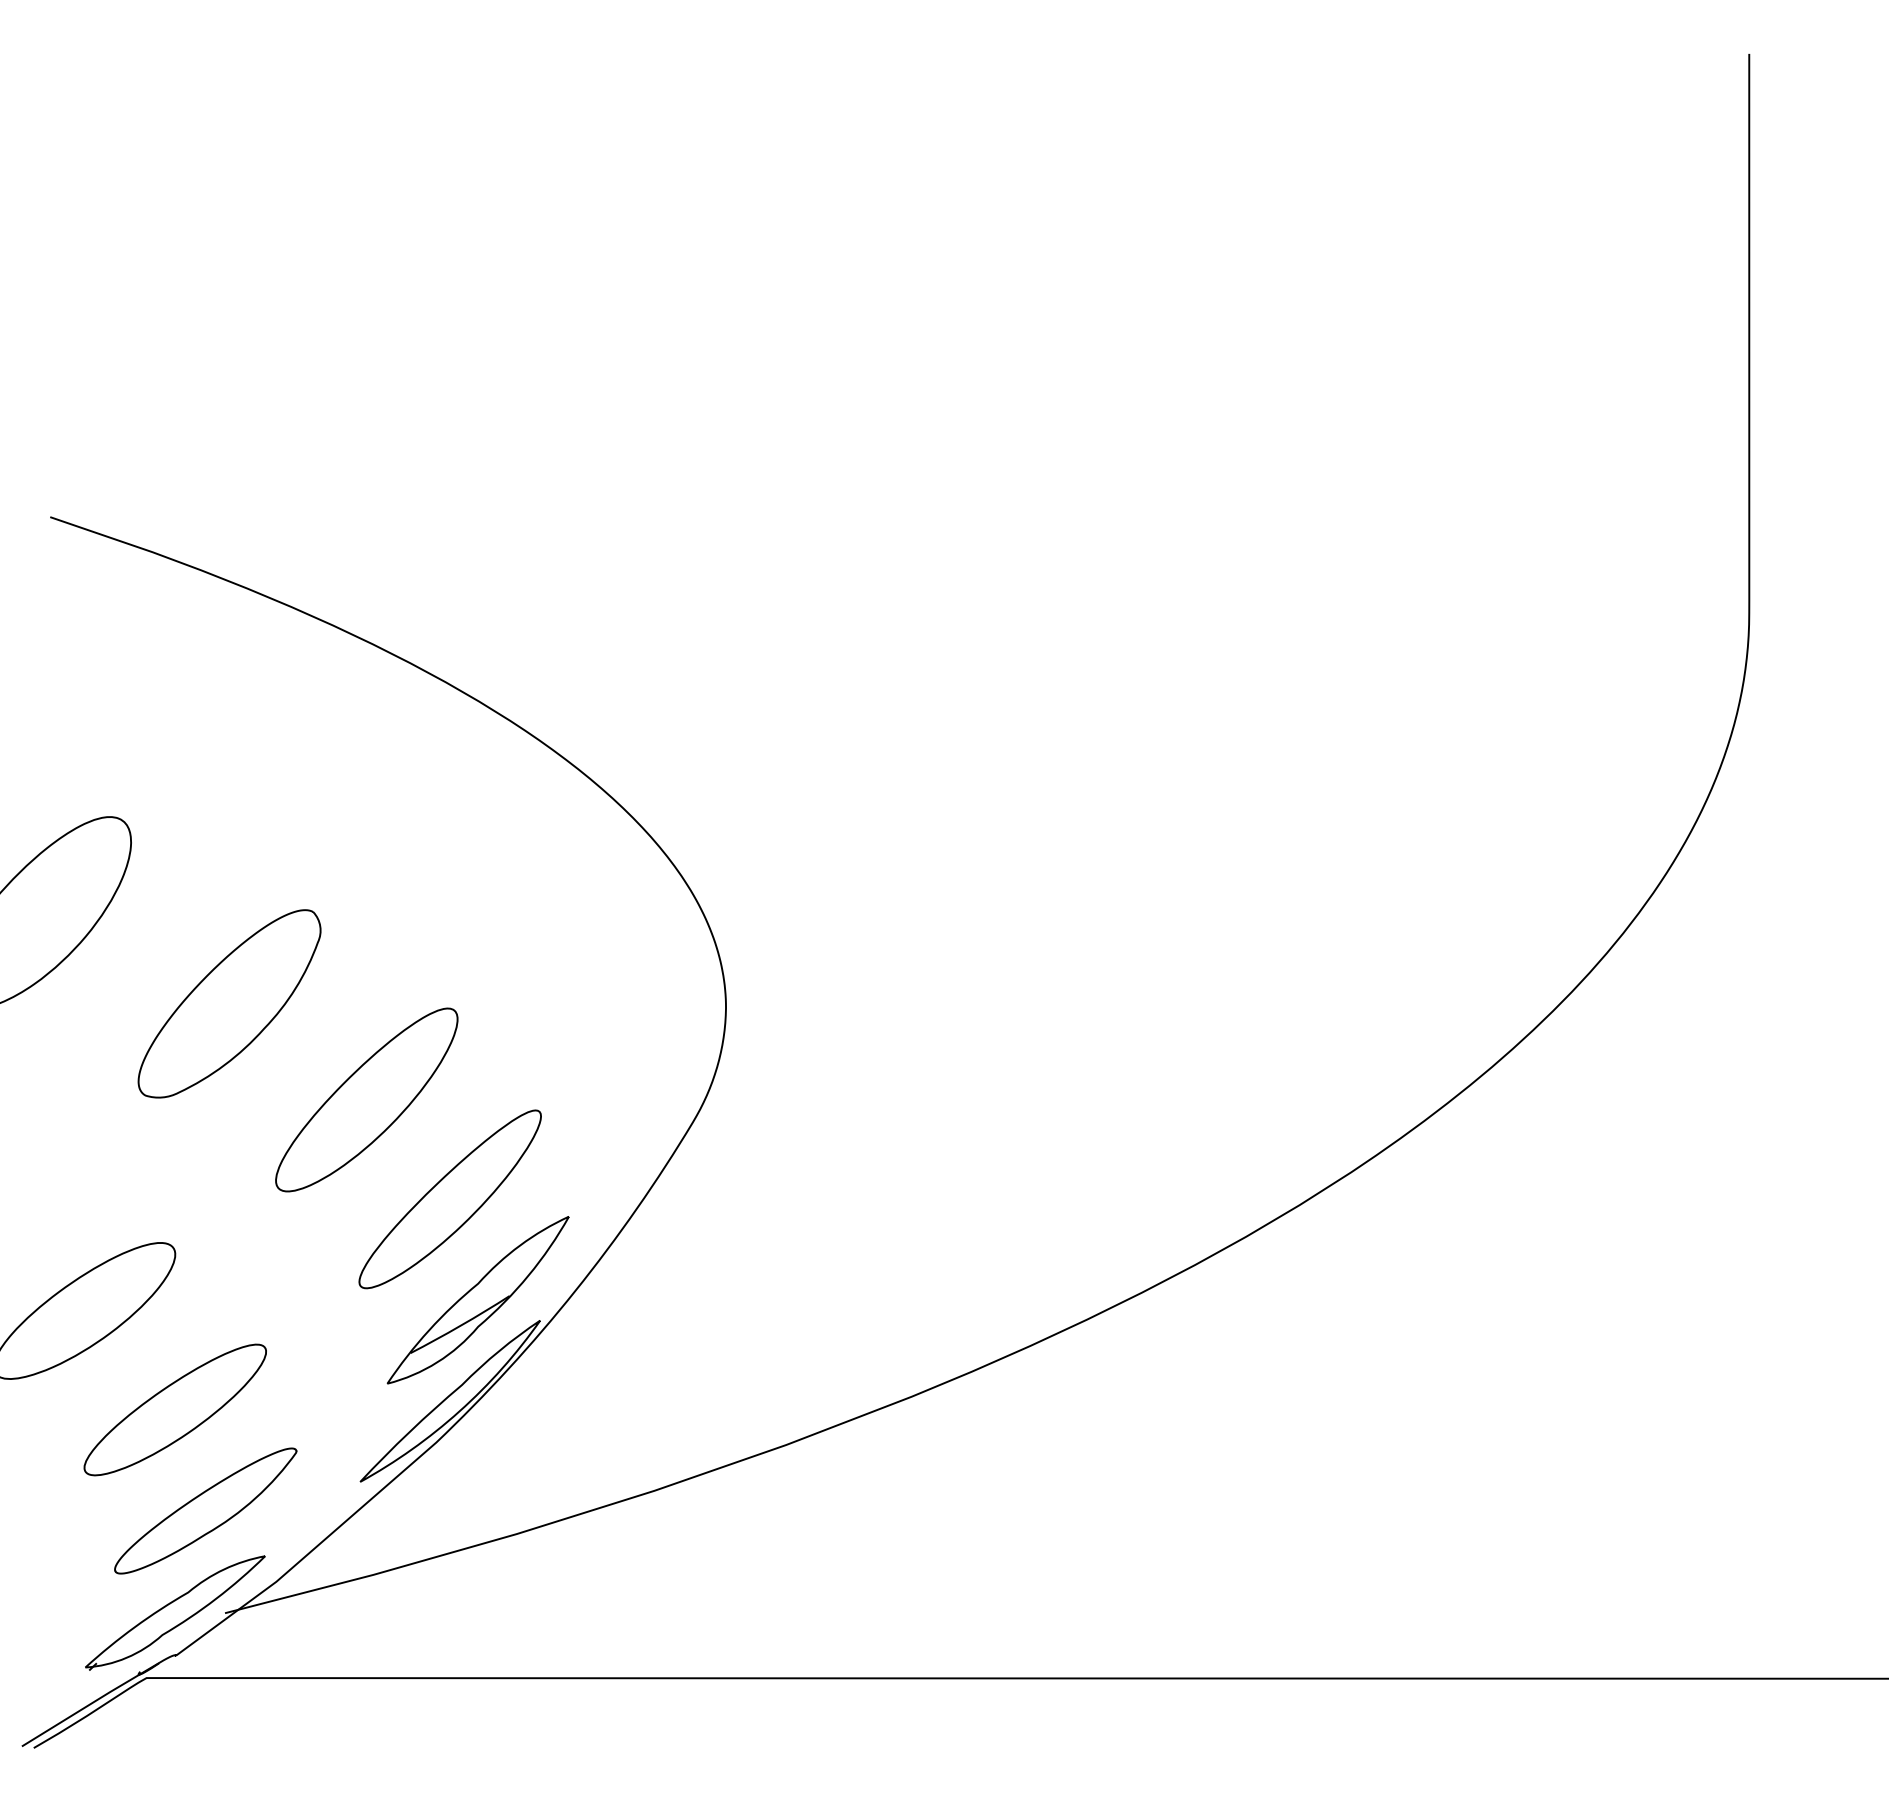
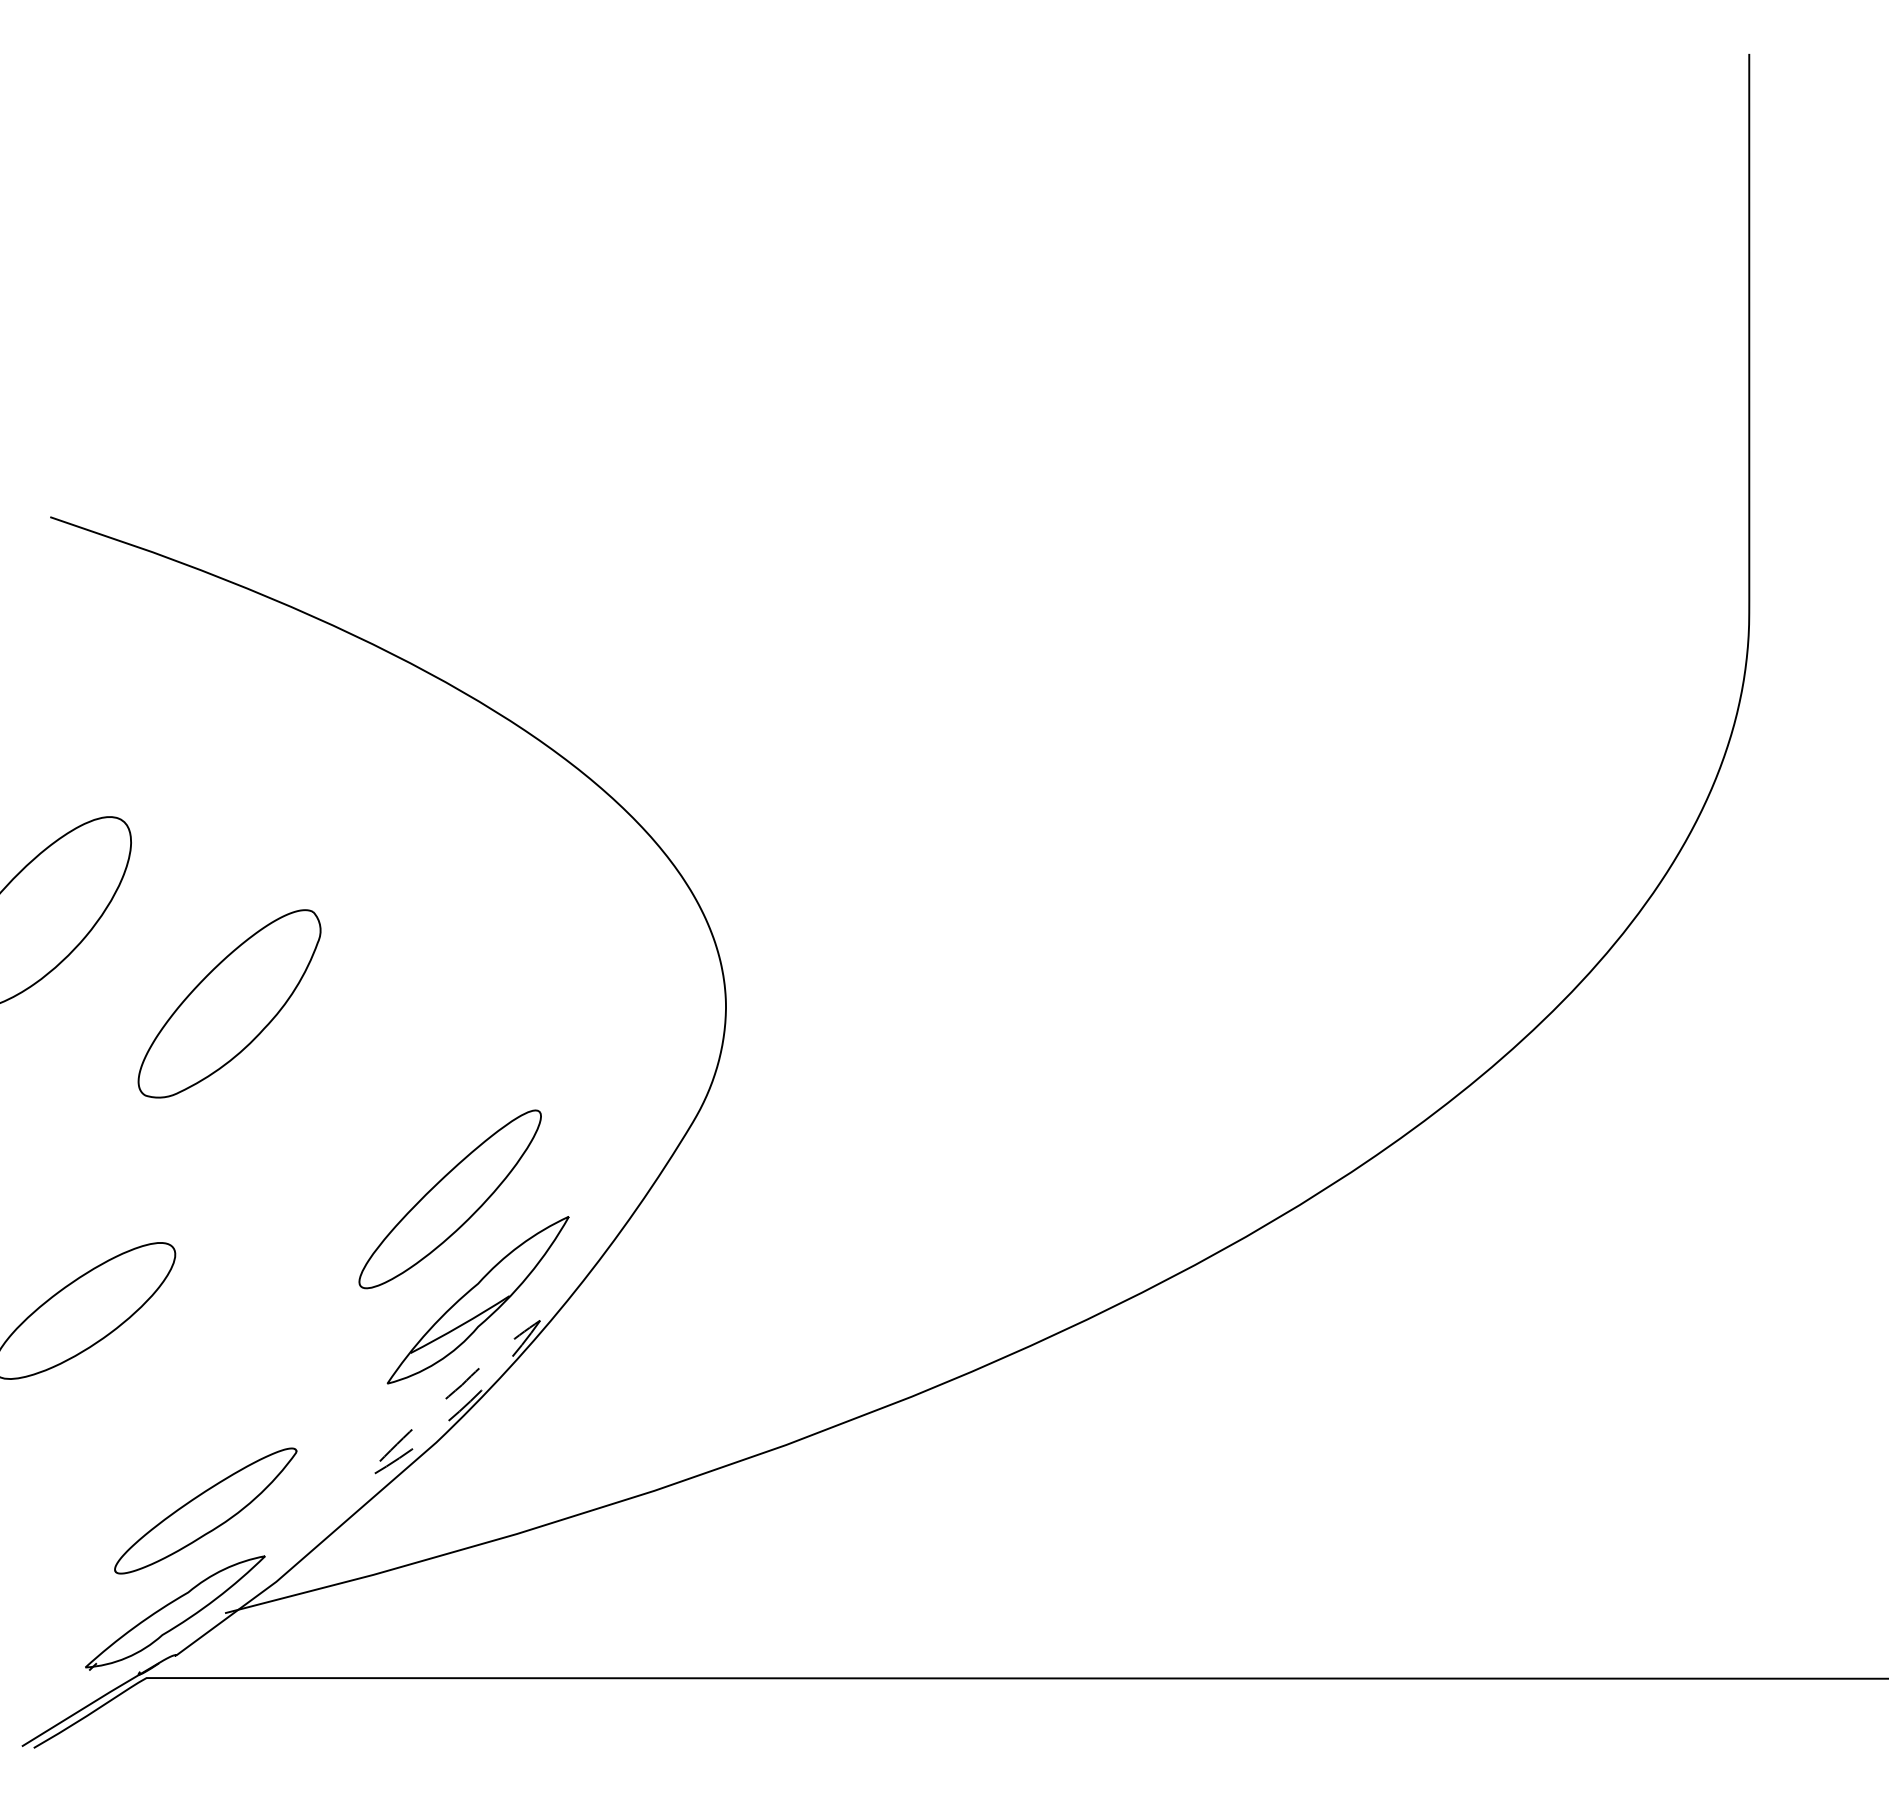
part at (366, 1099): present -> none
part at (174, 1409): present -> none
line at (360, 1481): solid -> dashed
